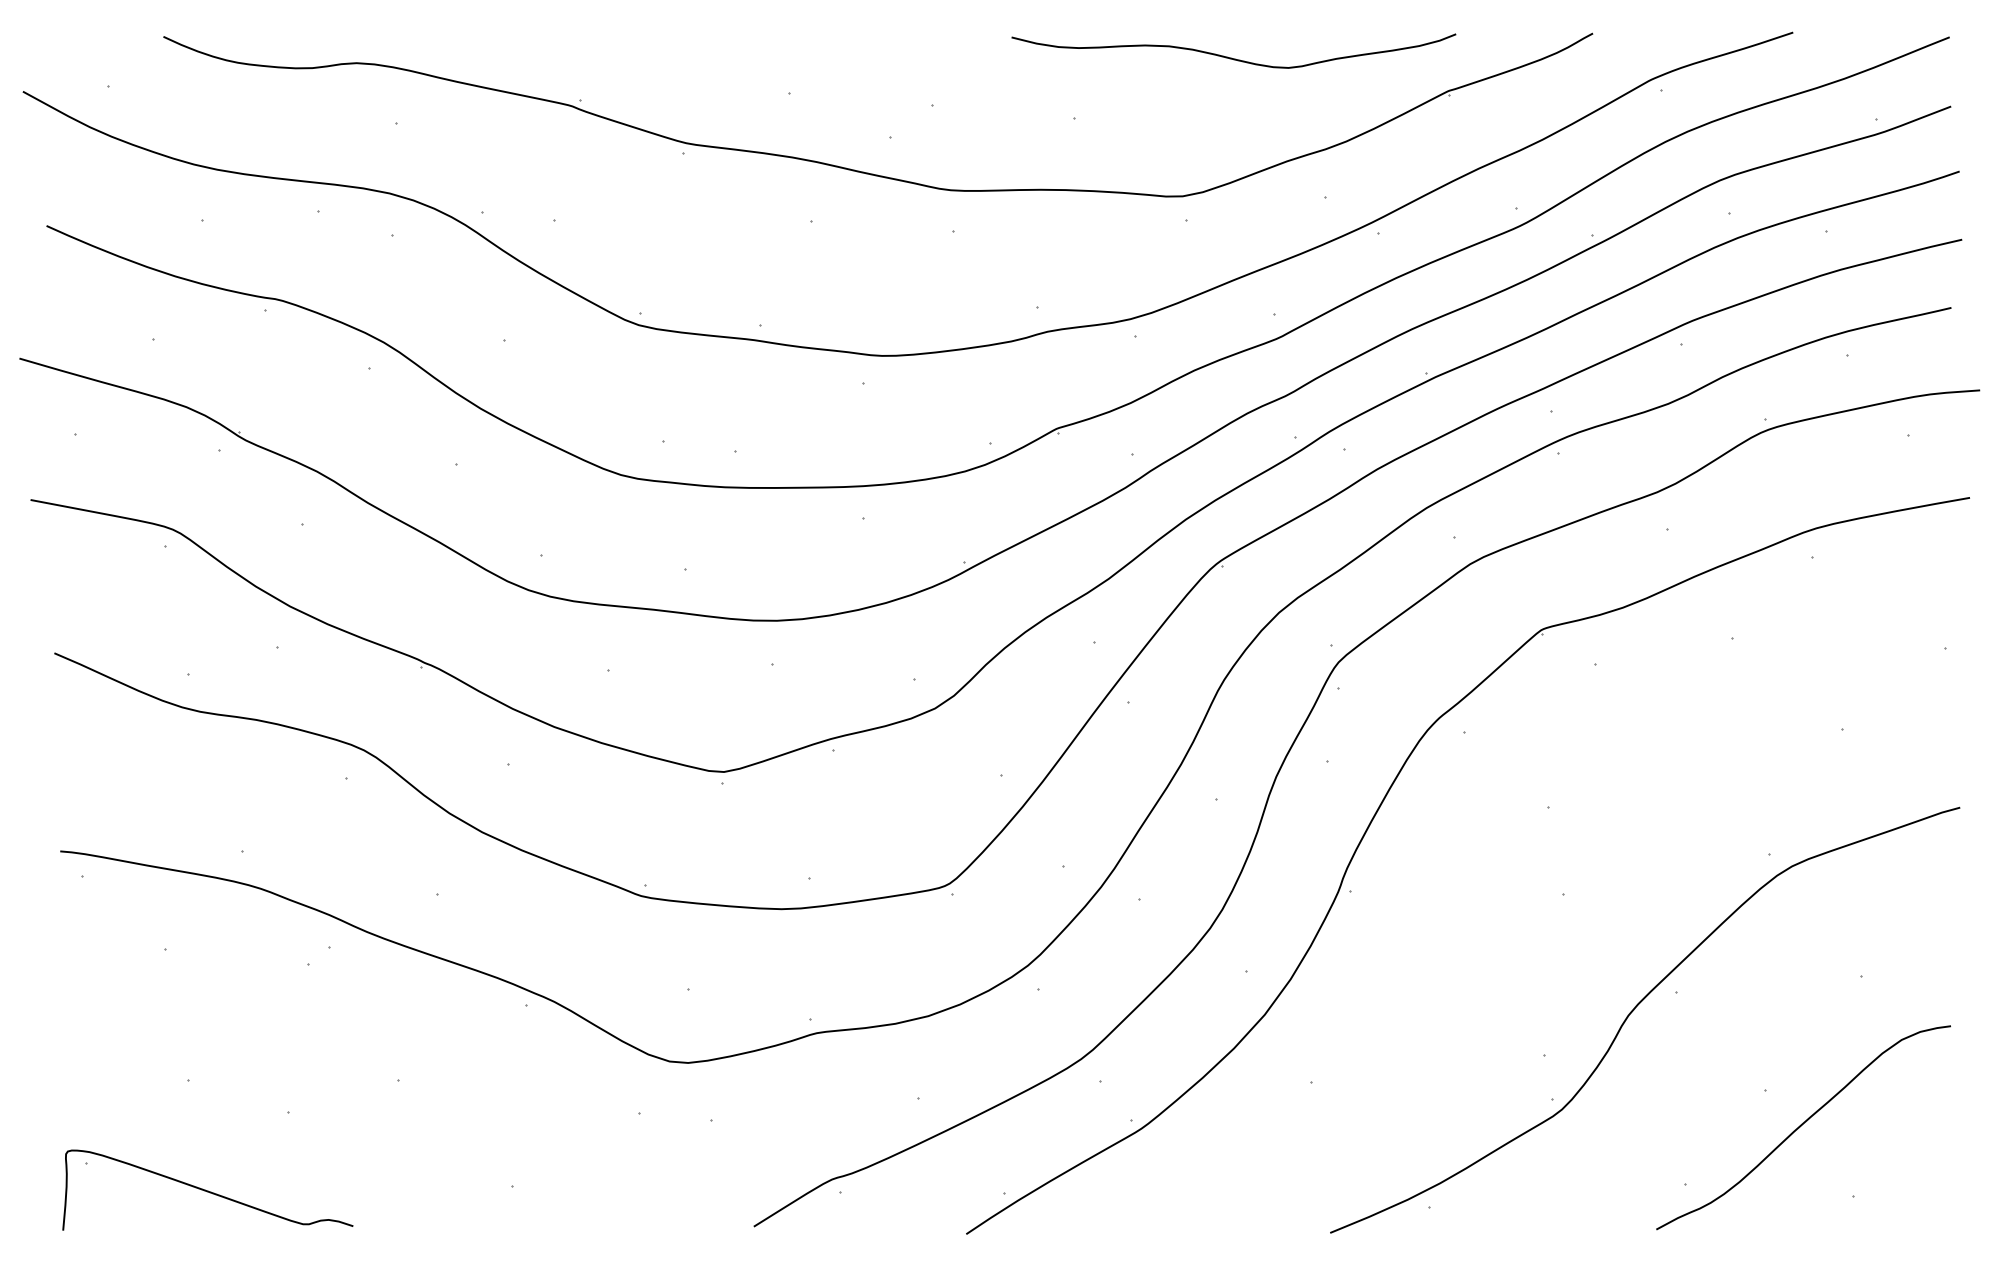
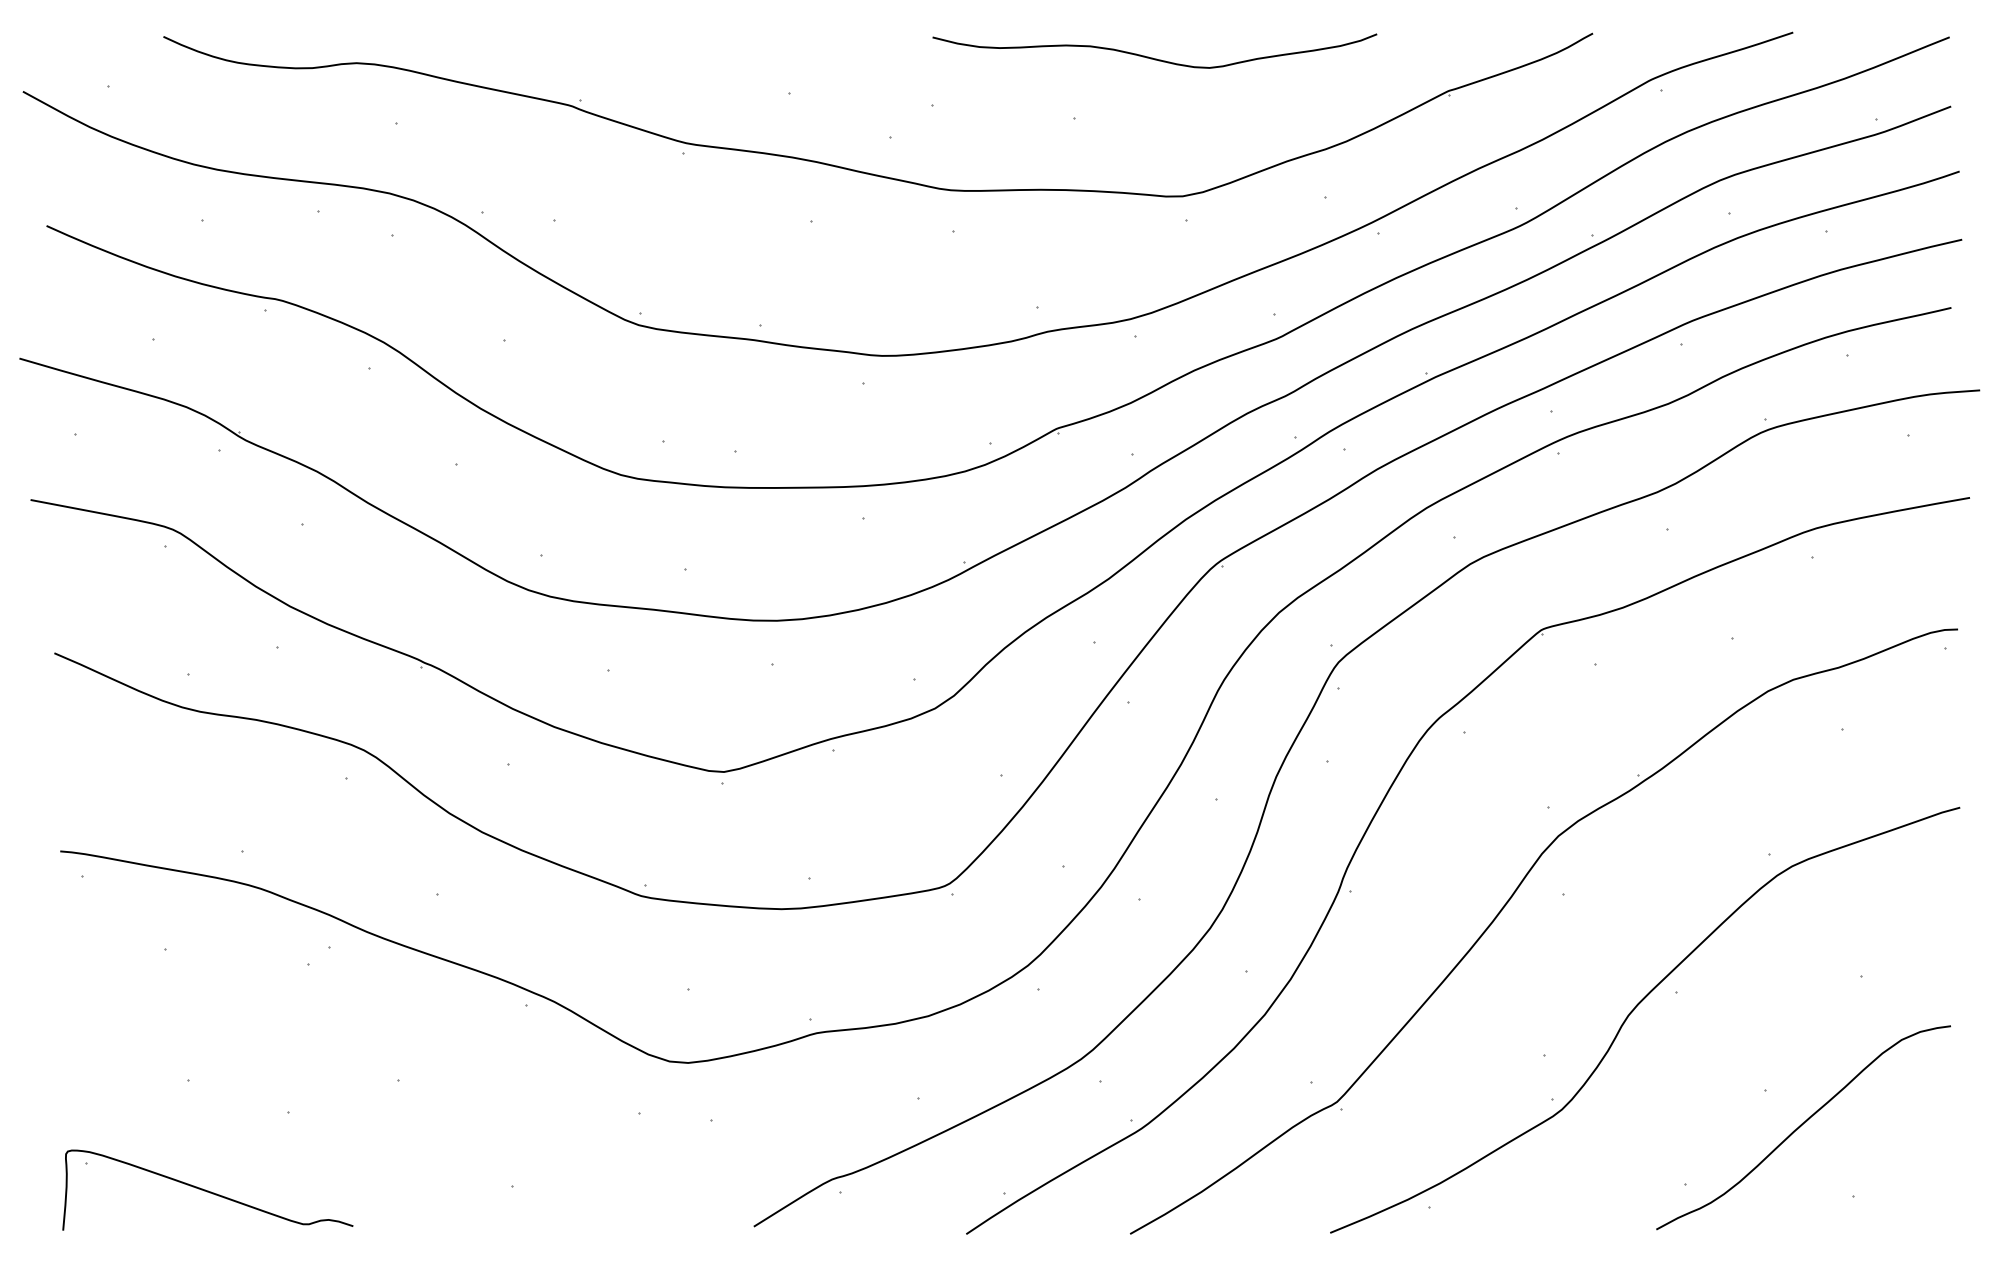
curve at (1231, 57) position: (1231, 57) -> (1152, 57)
part at (1506, 905): none -> present
